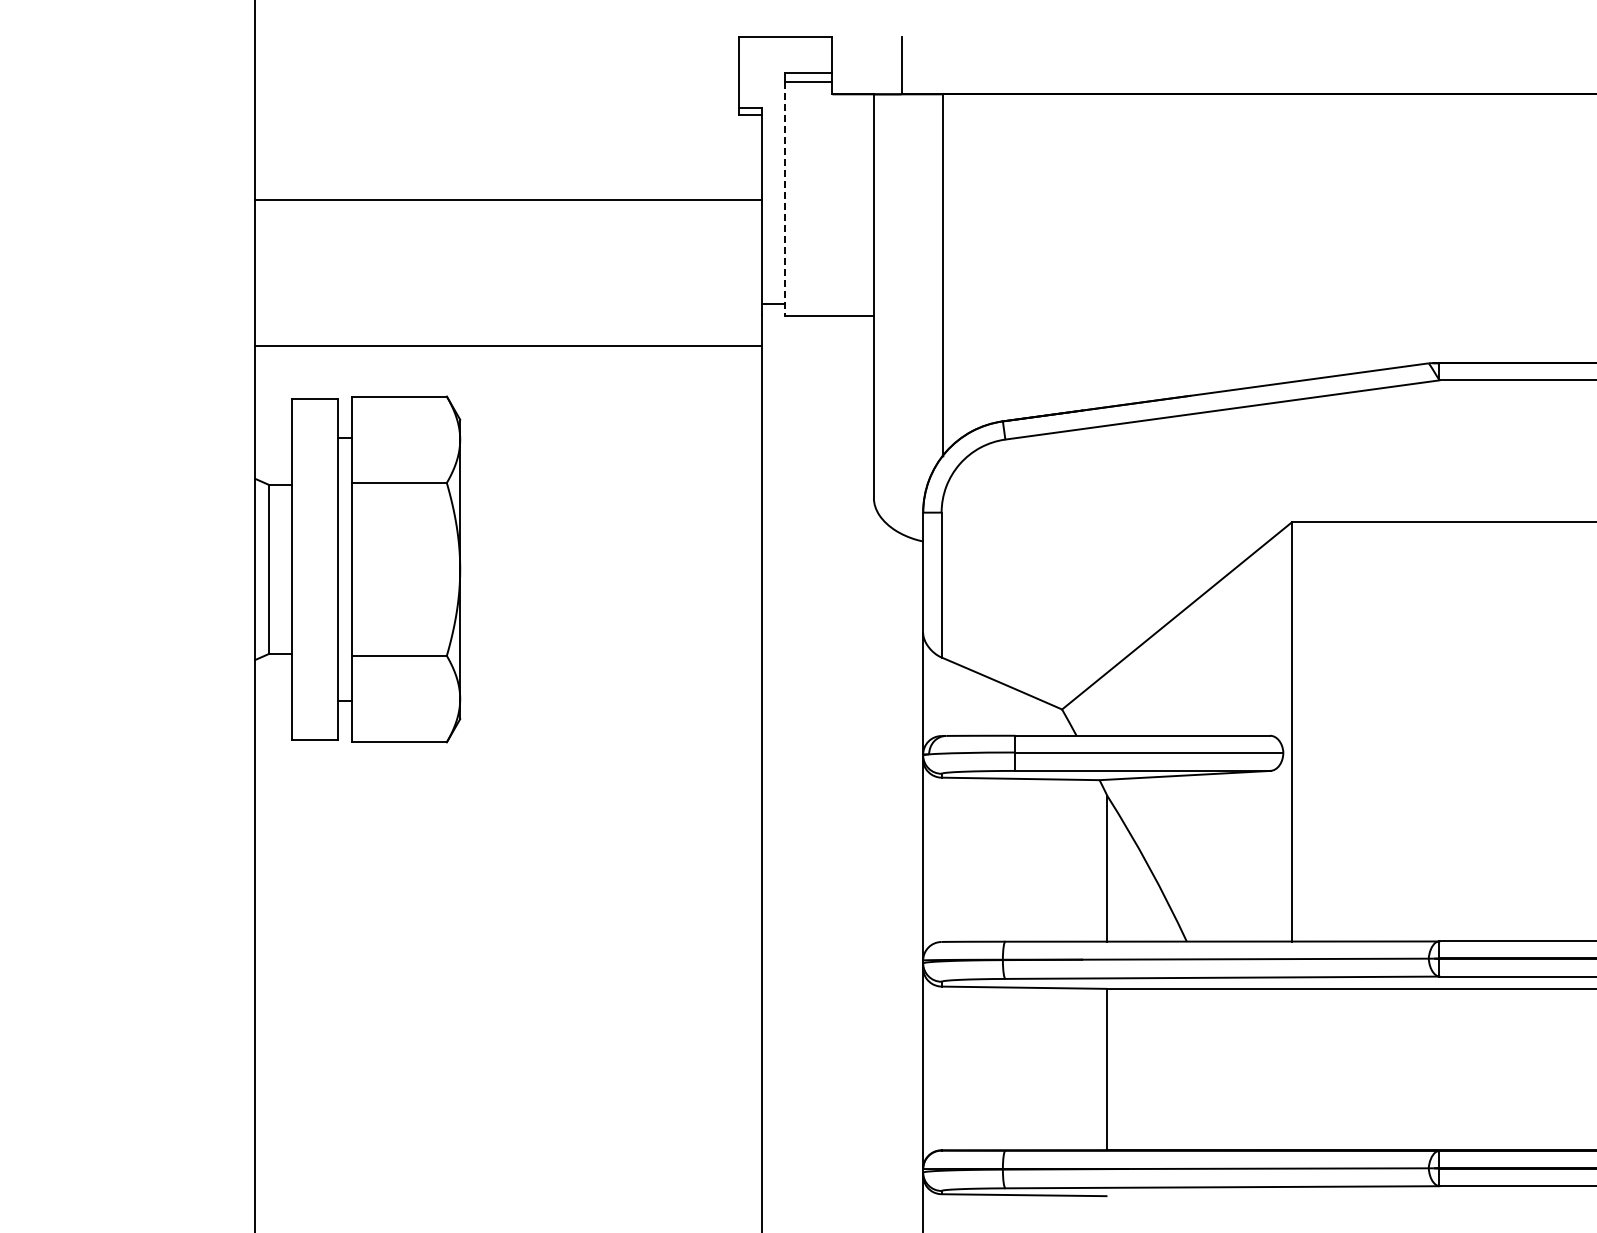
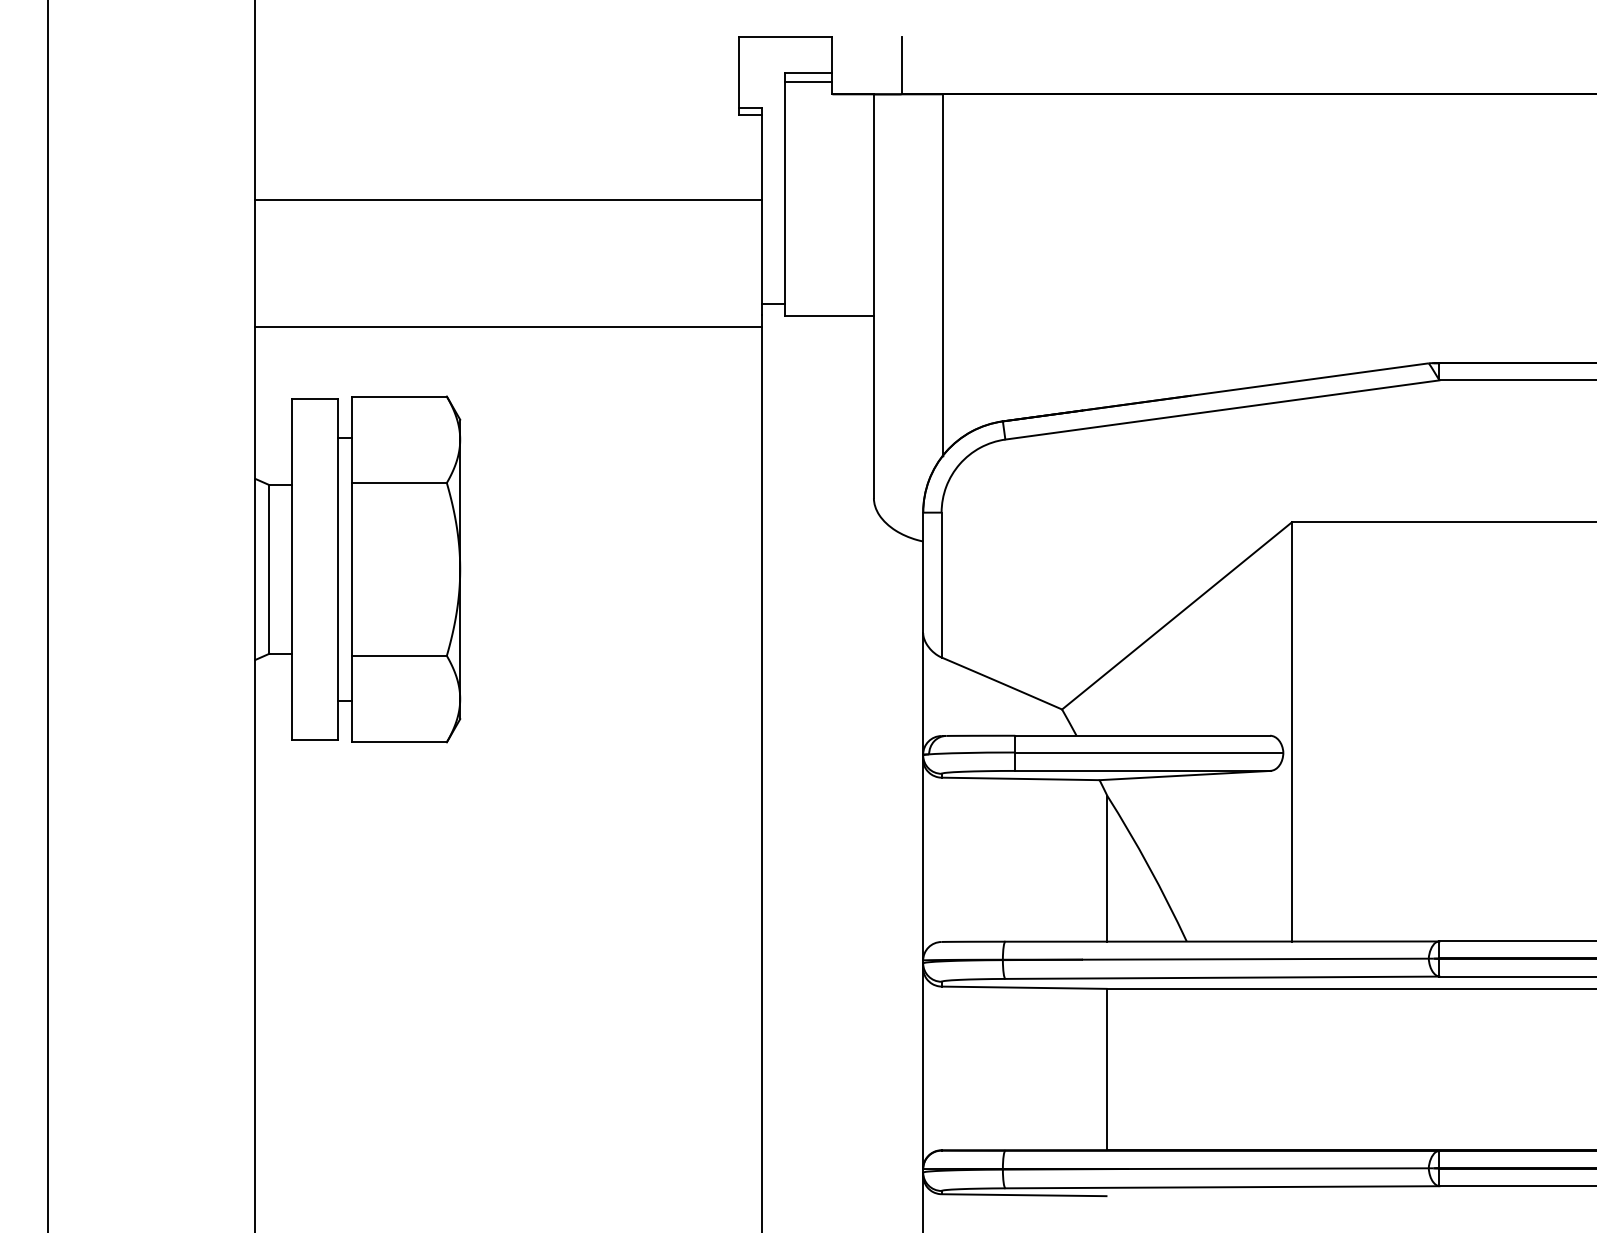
line at (784, 199): dashed -> solid
line at (508, 345) position: (508, 345) -> (508, 326)
line at (47, 615): none -> present
